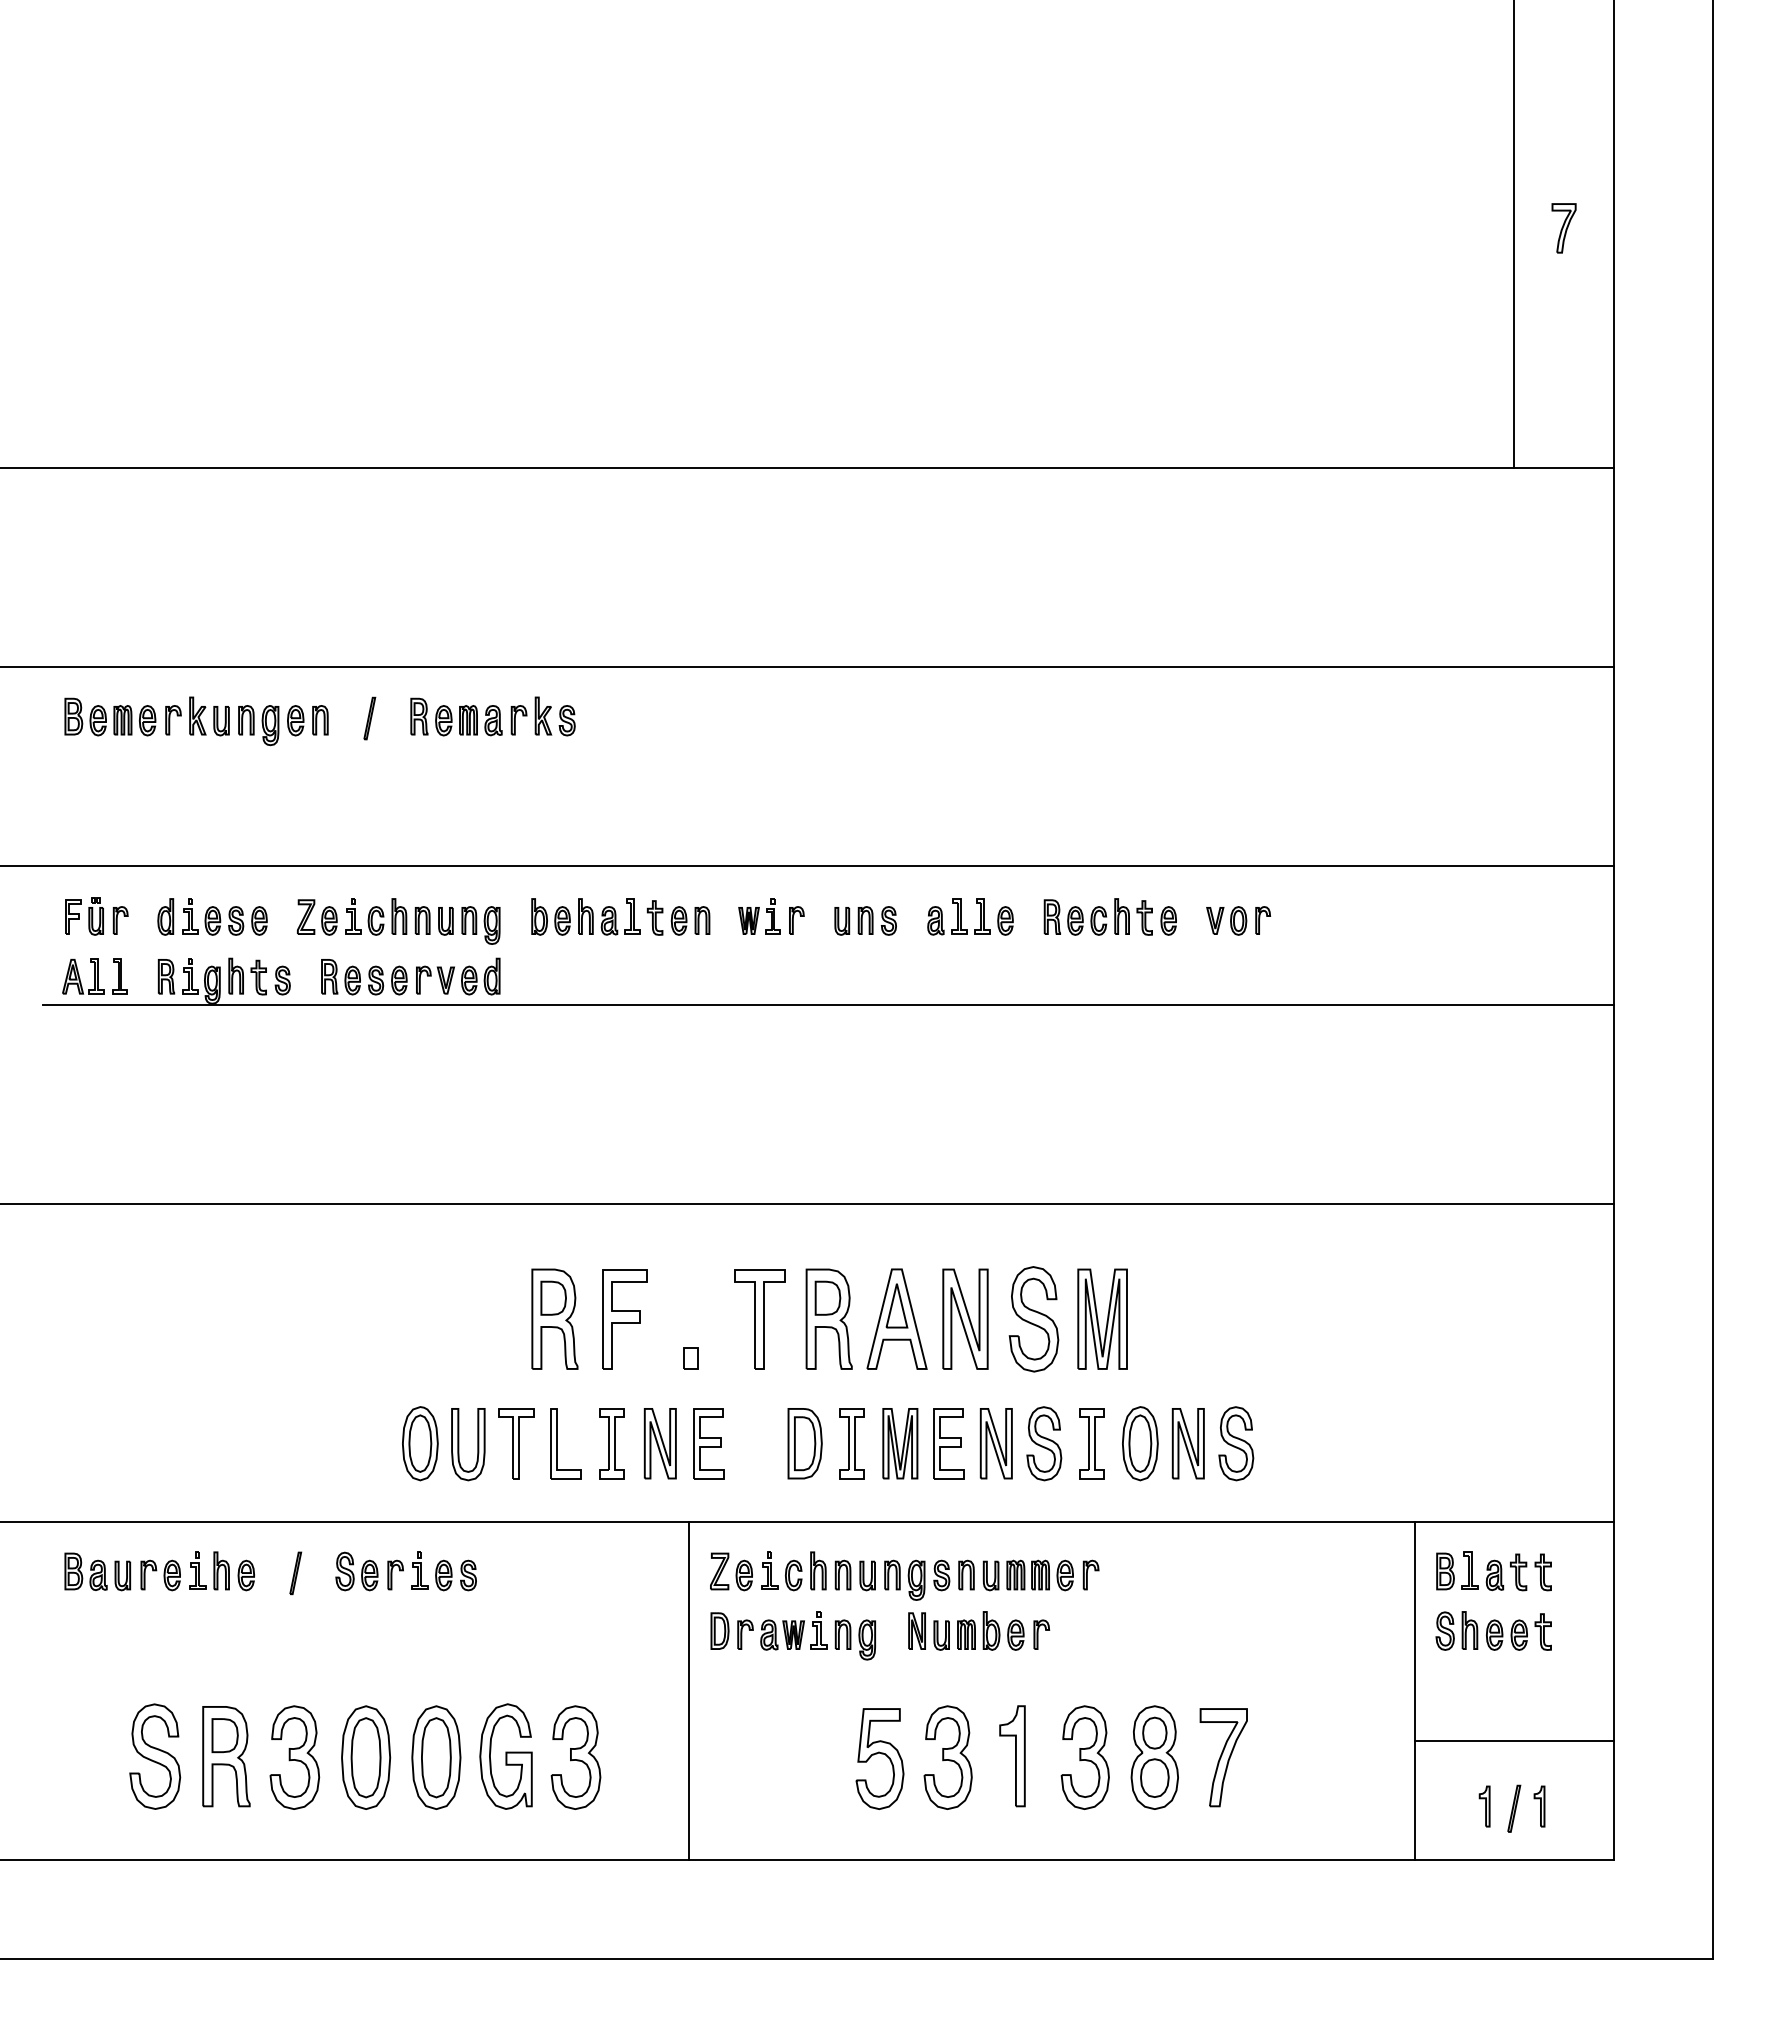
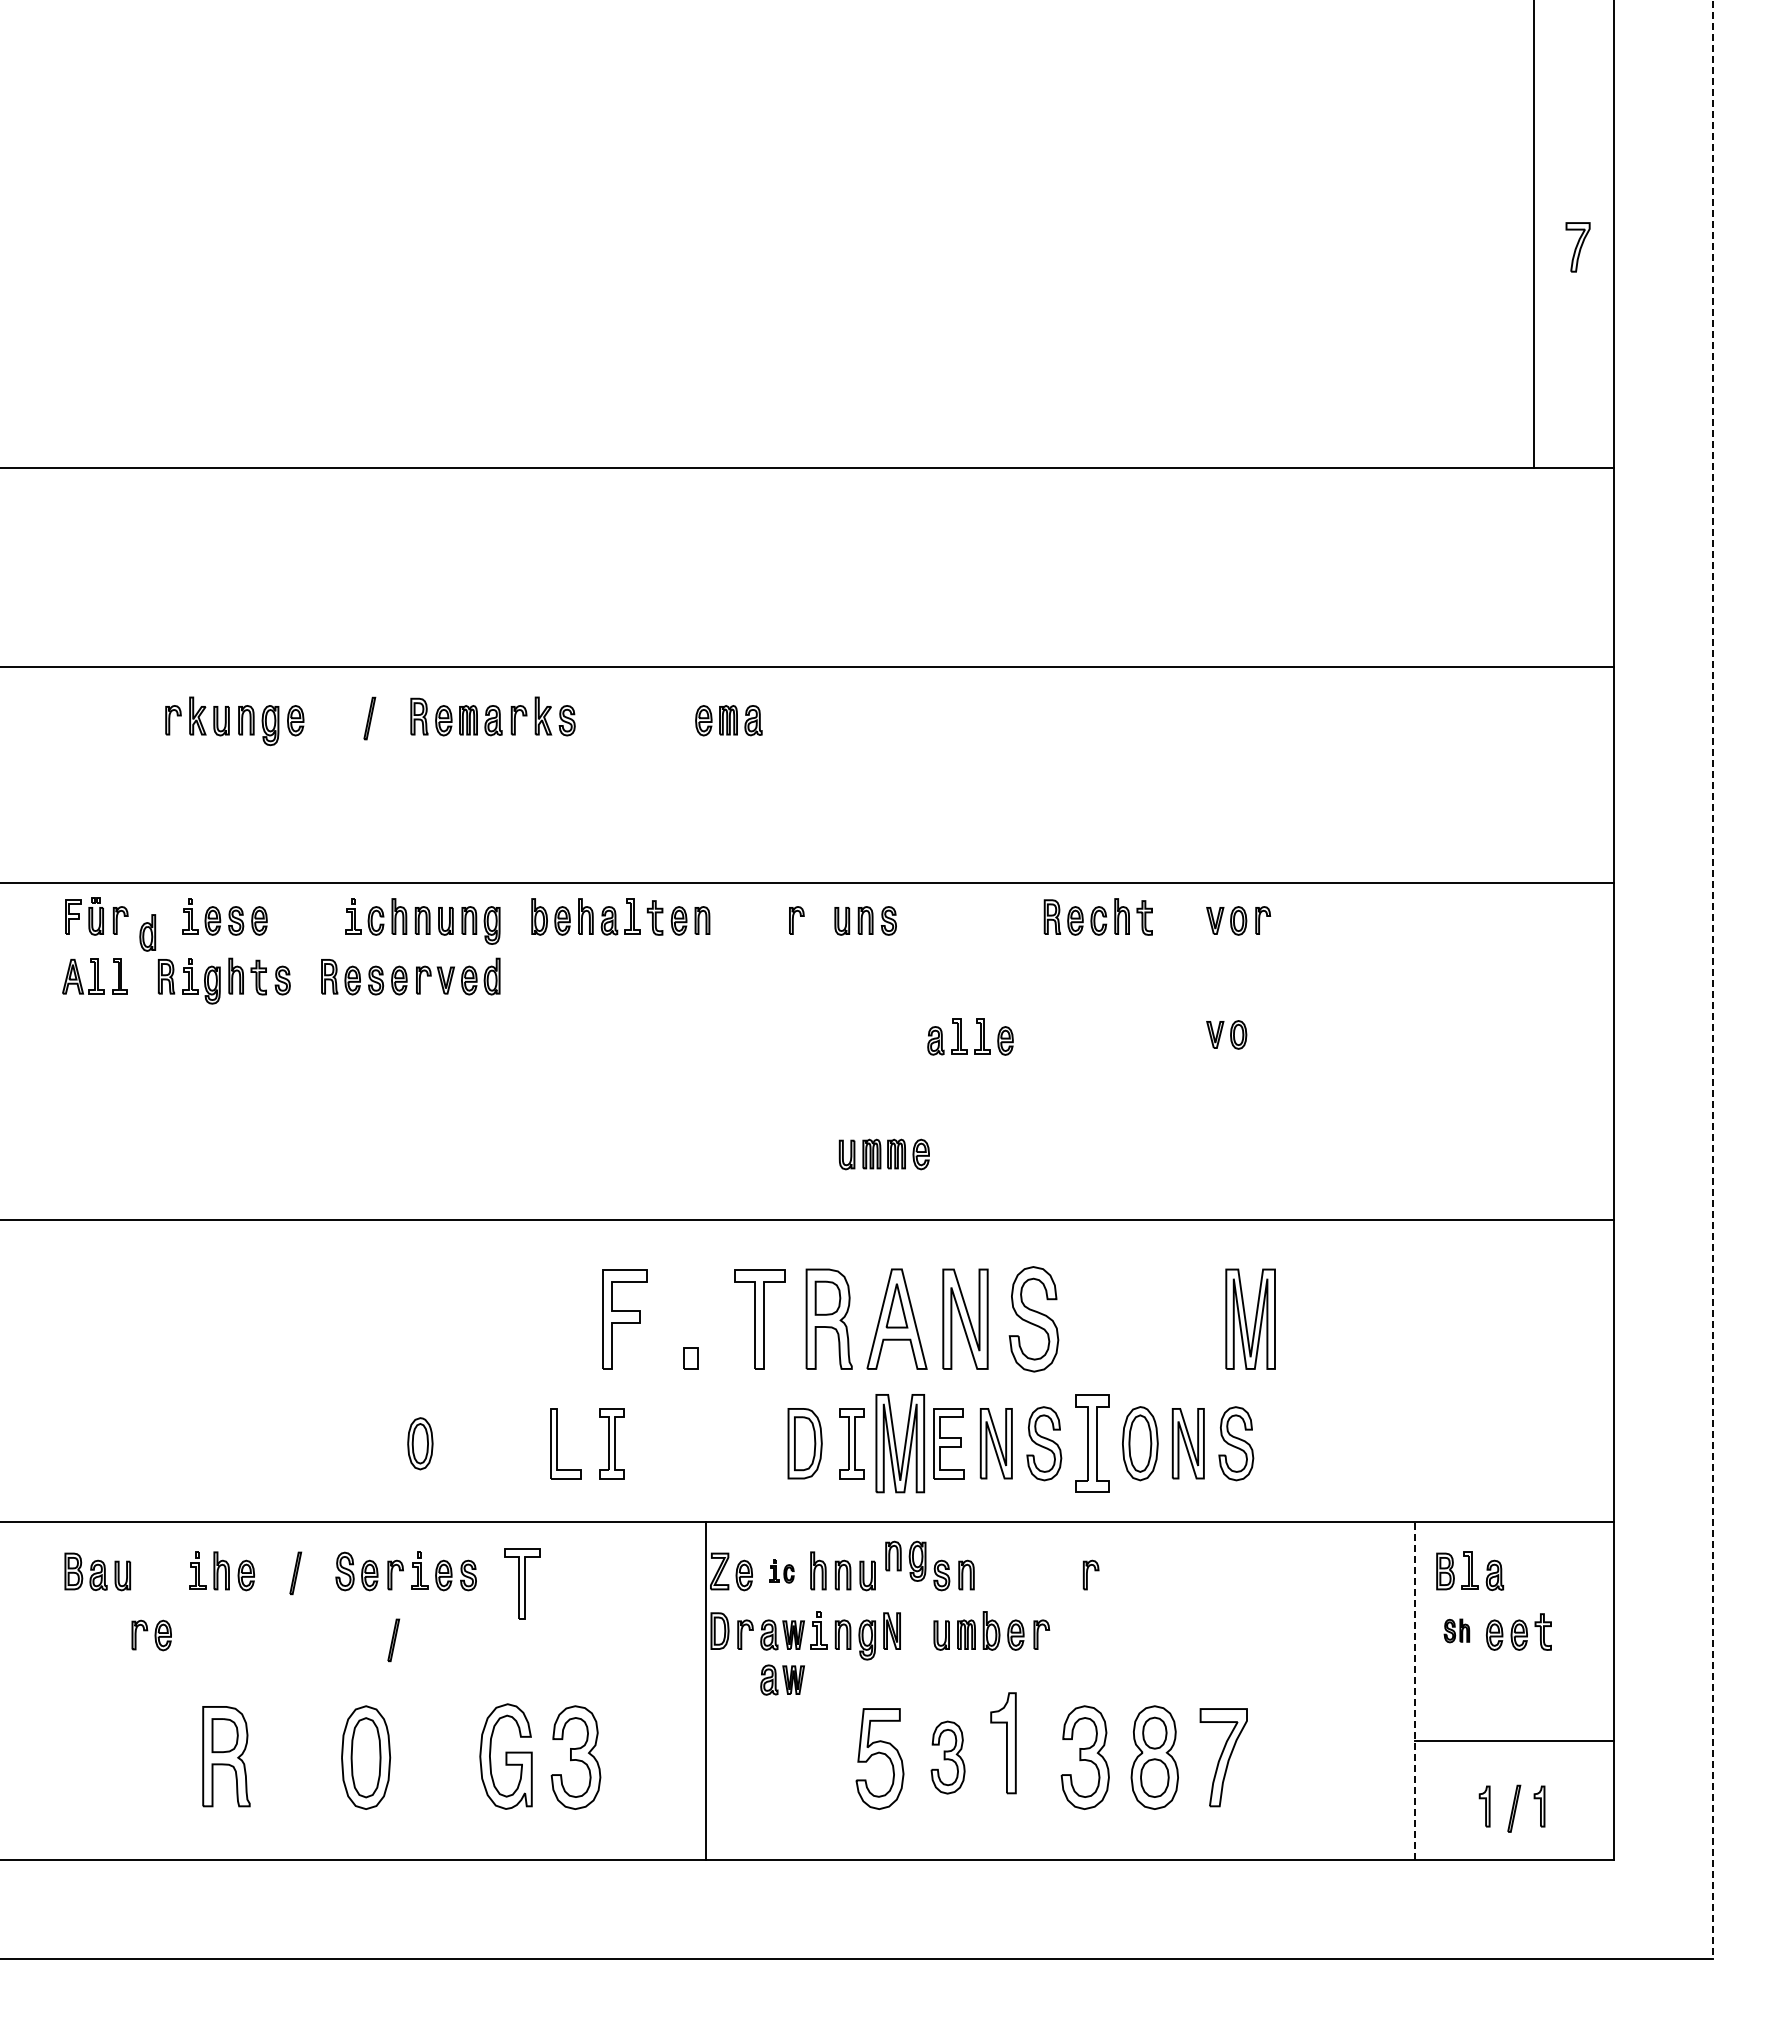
part at (1563, 228) position: (1563, 228) -> (1577, 247)
line at (1514, 235) position: (1514, 235) -> (1534, 235)
part at (110, 716): present -> none
part at (320, 720): present -> none
part at (728, 720): none -> present
line at (807, 866) position: (807, 866) -> (807, 883)
part at (165, 916) position: (165, 916) -> (147, 932)
part at (759, 916): present -> none
part at (961, 916) position: (961, 916) -> (961, 1036)
part at (317, 917): present -> none
part at (1168, 920): present -> none
line at (1713, 980): solid -> dashed
line at (828, 1005): present -> none
part at (1226, 1034): none -> present
line at (807, 1203) position: (807, 1203) -> (807, 1219)
part at (554, 1318): present -> none
part at (1102, 1318) position: (1102, 1318) -> (1250, 1318)
part at (420, 1443) size: 37x76 px -> 27x54 px
part at (516, 1443) position: (516, 1443) -> (522, 1583)
part at (659, 1443): present -> none
part at (708, 1443): present -> none
part at (900, 1443) size: 37x72 px -> 51x100 px
part at (1091, 1443) size: 26x72 px -> 35x99 px
part at (459, 1444): present -> none
part at (781, 1571) size: 42x41 px -> 26x25 px
part at (1530, 1572): present -> none
part at (160, 1575) position: (160, 1575) -> (151, 1635)
part at (1027, 1575) position: (1027, 1575) -> (883, 1154)
part at (904, 1579) position: (904, 1579) -> (905, 1560)
part at (916, 1630) position: (916, 1630) -> (891, 1630)
part at (1456, 1630) size: 44x40 px -> 28x26 px
part at (393, 1640): none -> present
part at (782, 1679): none -> present
line at (689, 1691) position: (689, 1691) -> (706, 1691)
line at (1414, 1691): solid -> dashed
part at (155, 1756): present -> none
part at (1012, 1756) position: (1012, 1756) -> (1003, 1743)
part at (294, 1757): present -> none
part at (436, 1757): present -> none
part at (947, 1757) size: 50x105 px -> 36x75 px
